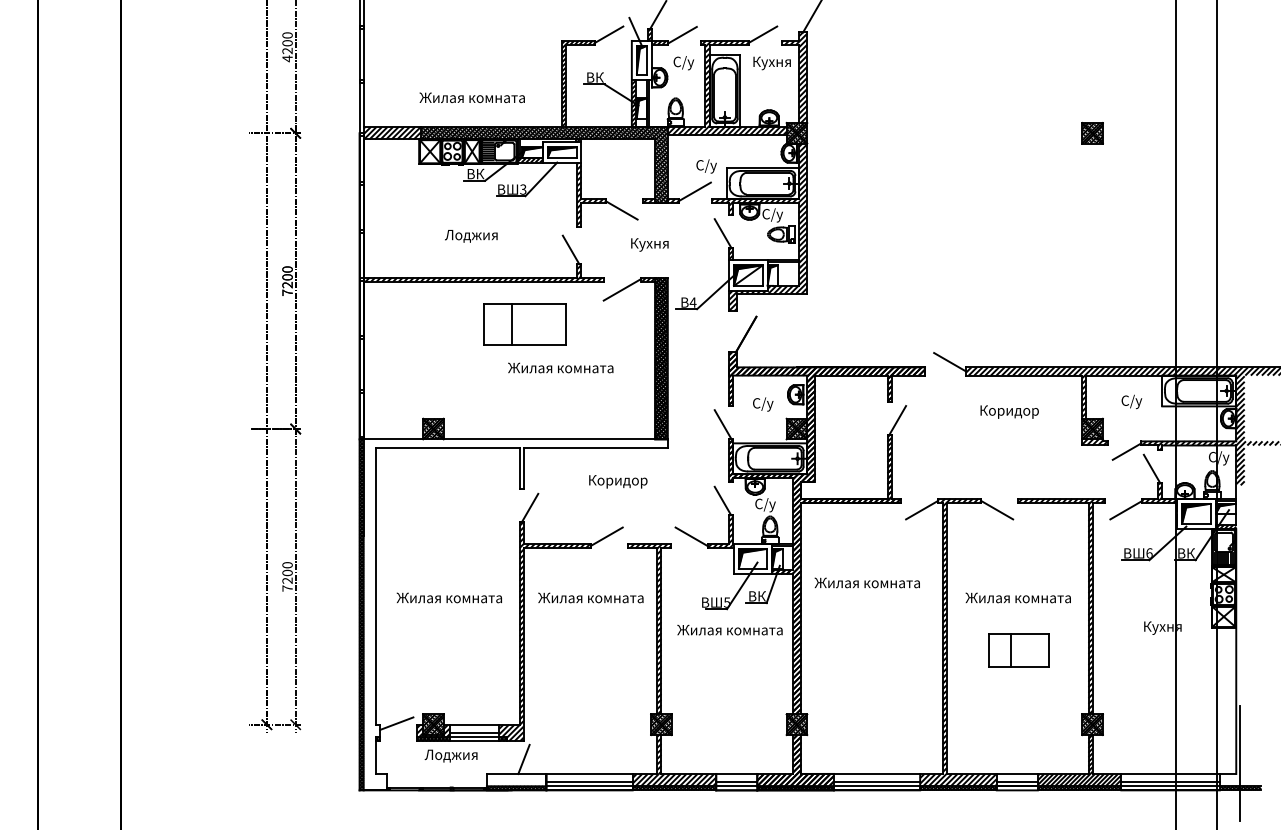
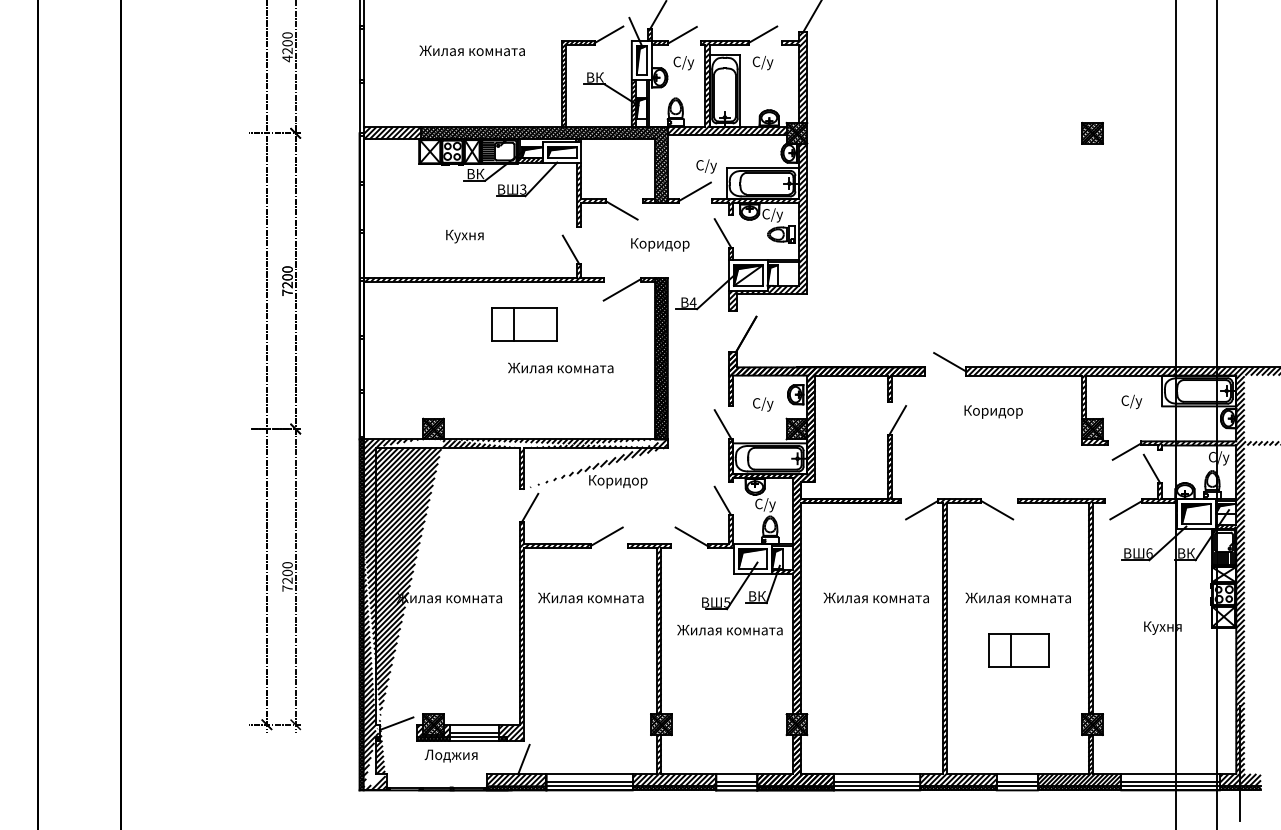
text at (771, 63): Кухня -> С/у
text at (471, 97) position: (471, 97) -> (471, 50)
text at (471, 236): Лоджия -> Кухня
text at (664, 245): Кухня -> Коридор
part at (524, 324) size: 84x43 px -> 67x35 px
text at (1009, 411) position: (1009, 411) -> (993, 411)
text at (866, 582) position: (866, 582) -> (875, 597)
hatch at (515, 614): none -> present
hatch at (1239, 635): none -> present
hatch at (516, 779): none -> present
